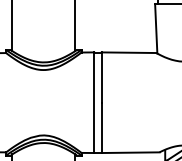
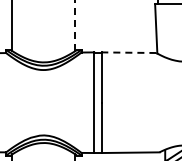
line at (75, 25): solid -> dashed
line at (128, 52): solid -> dashed
